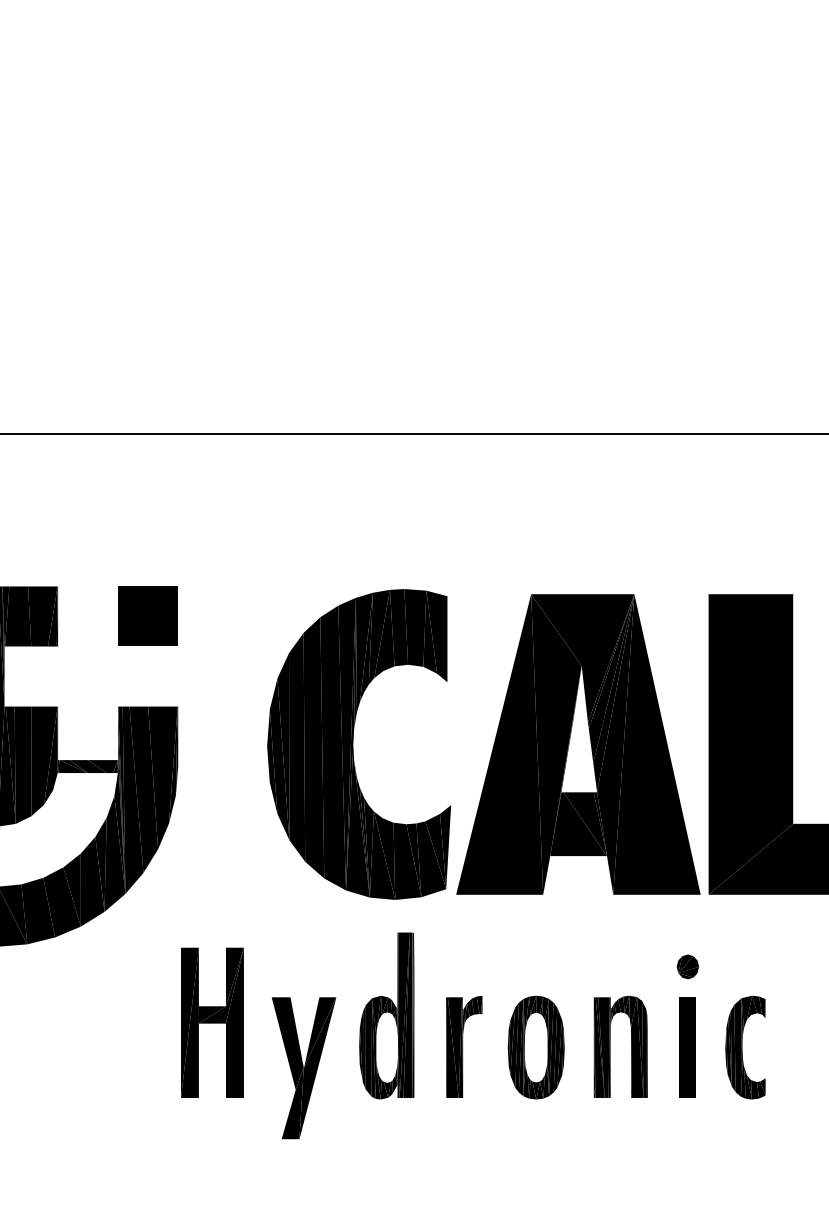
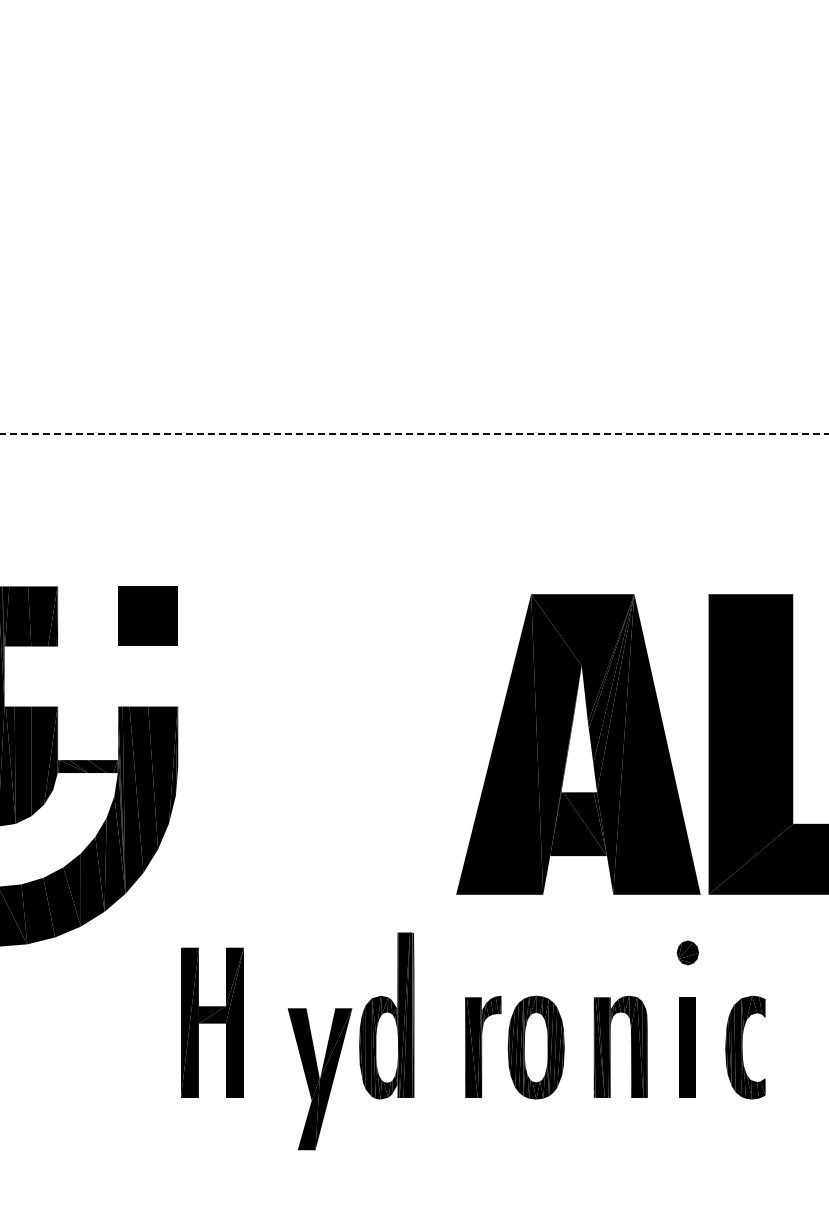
line at (414, 433): solid -> dashed
part at (359, 744): present -> none
part at (687, 966) position: (687, 966) -> (687, 952)
part at (464, 1046) position: (464, 1046) -> (483, 1046)
part at (303, 1068) position: (303, 1068) -> (319, 1079)
